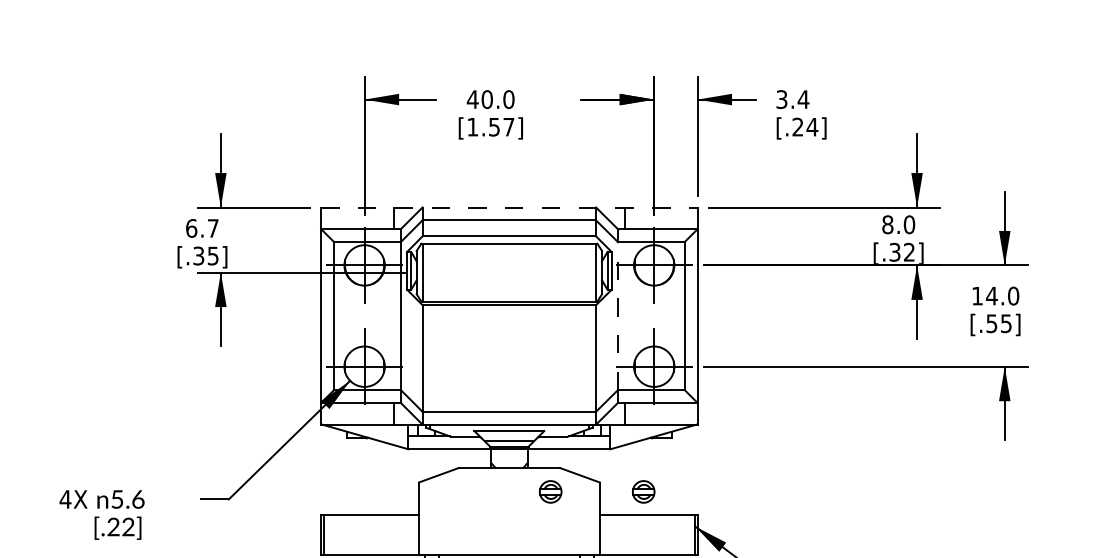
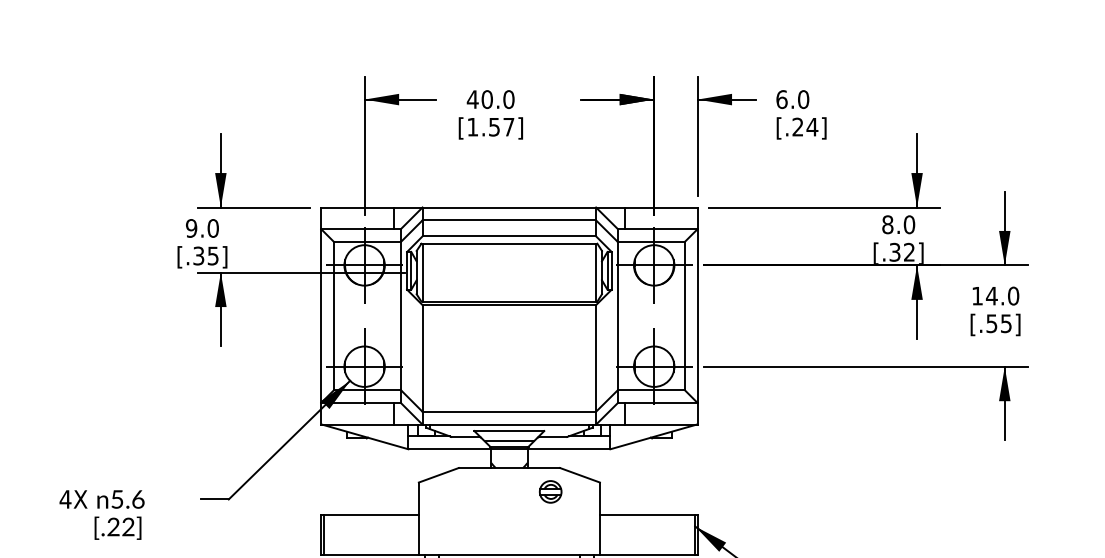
text at (792, 99): 3.4 -> 6.0
line at (509, 207): dashed -> solid
text at (202, 228): 6.7 -> 9.0
line at (617, 315): dashed -> solid
part at (643, 491): present -> none
